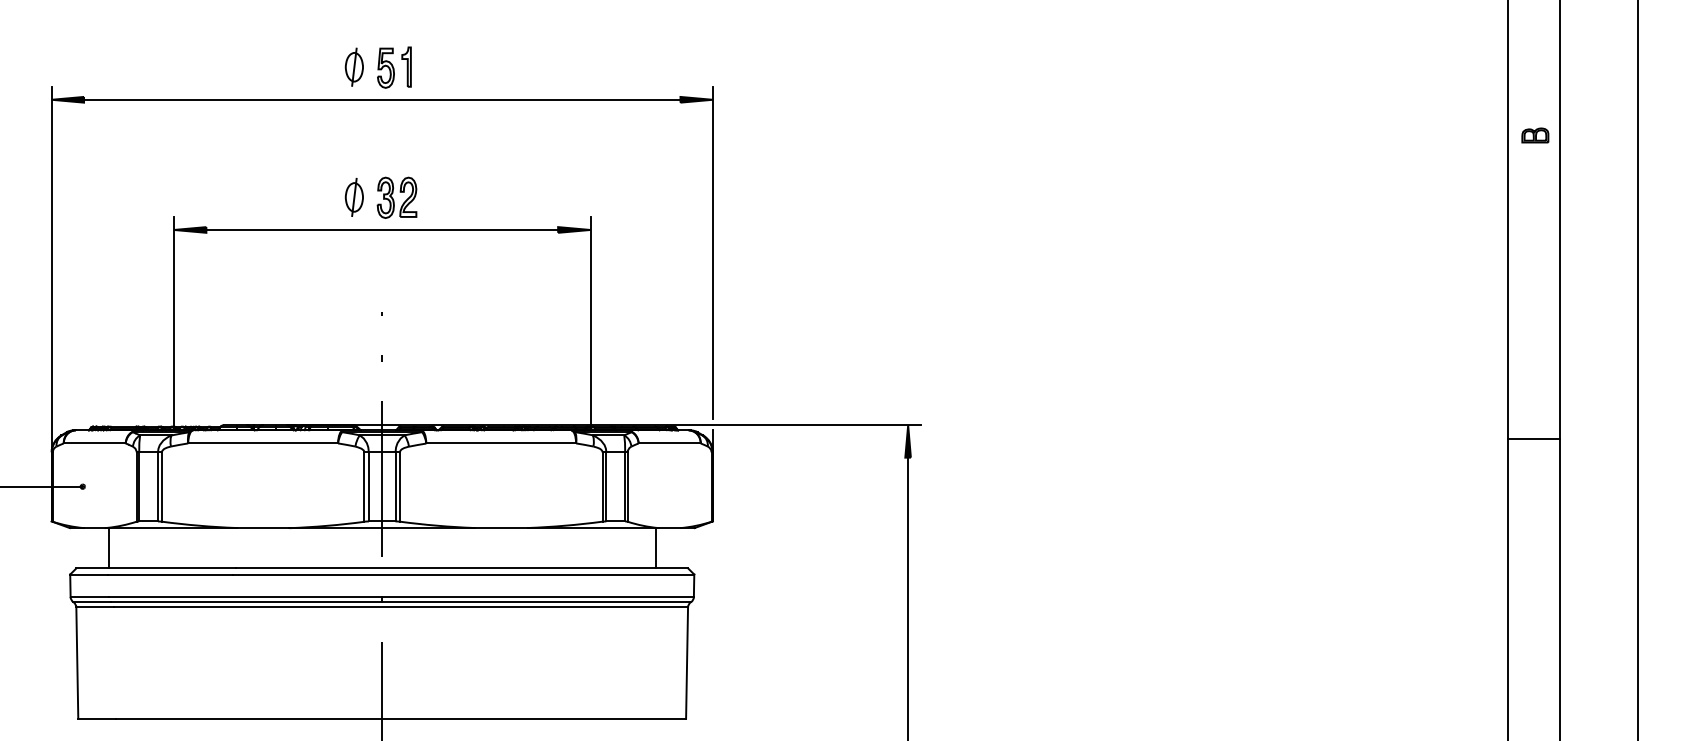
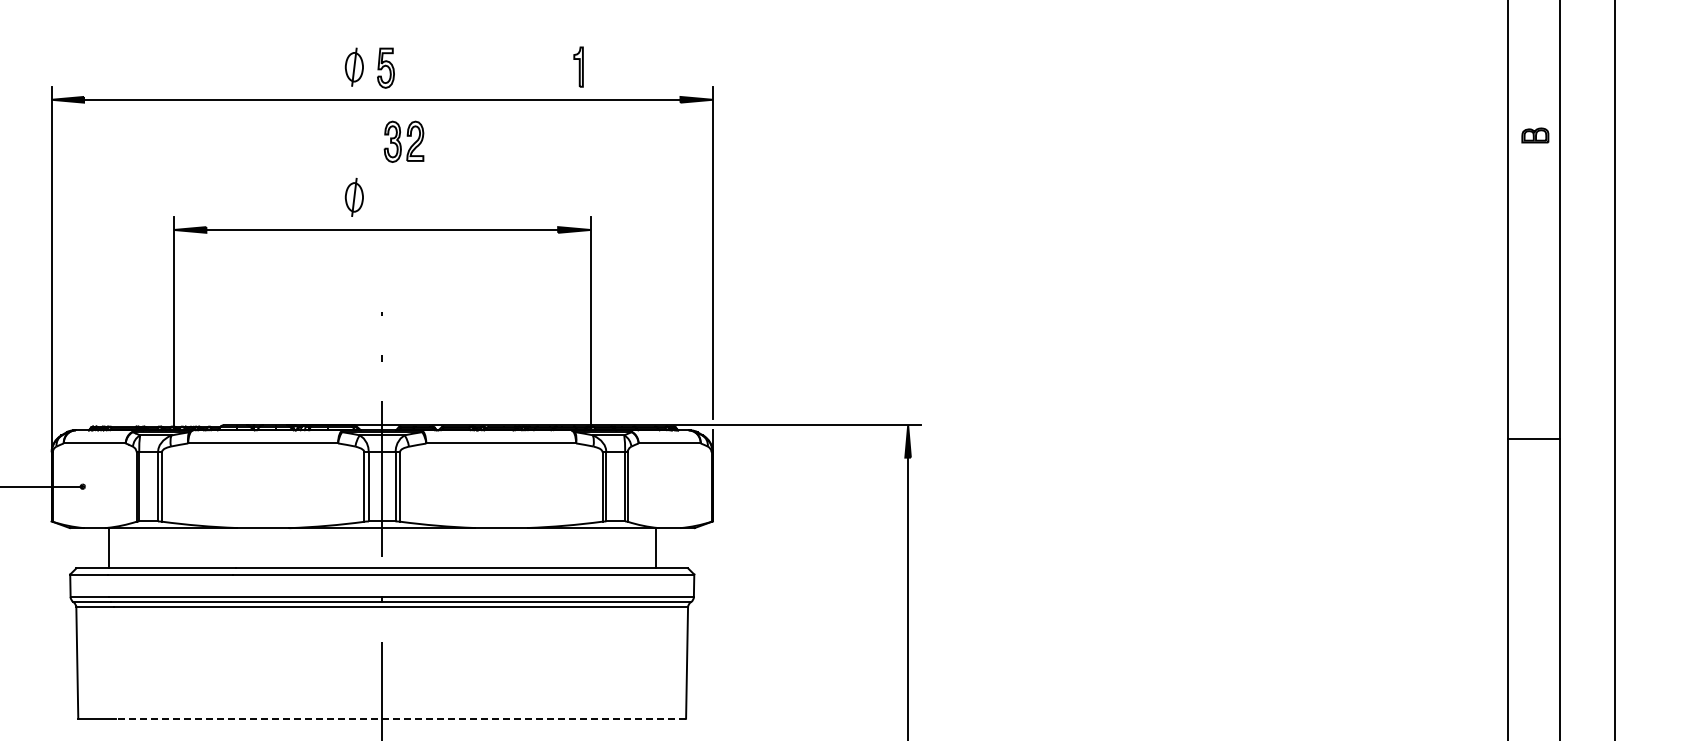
part at (406, 66) position: (406, 66) -> (578, 66)
part at (396, 197) position: (396, 197) -> (403, 141)
line at (1638, 369) position: (1638, 369) -> (1615, 369)
line at (400, 718): solid -> dashed
